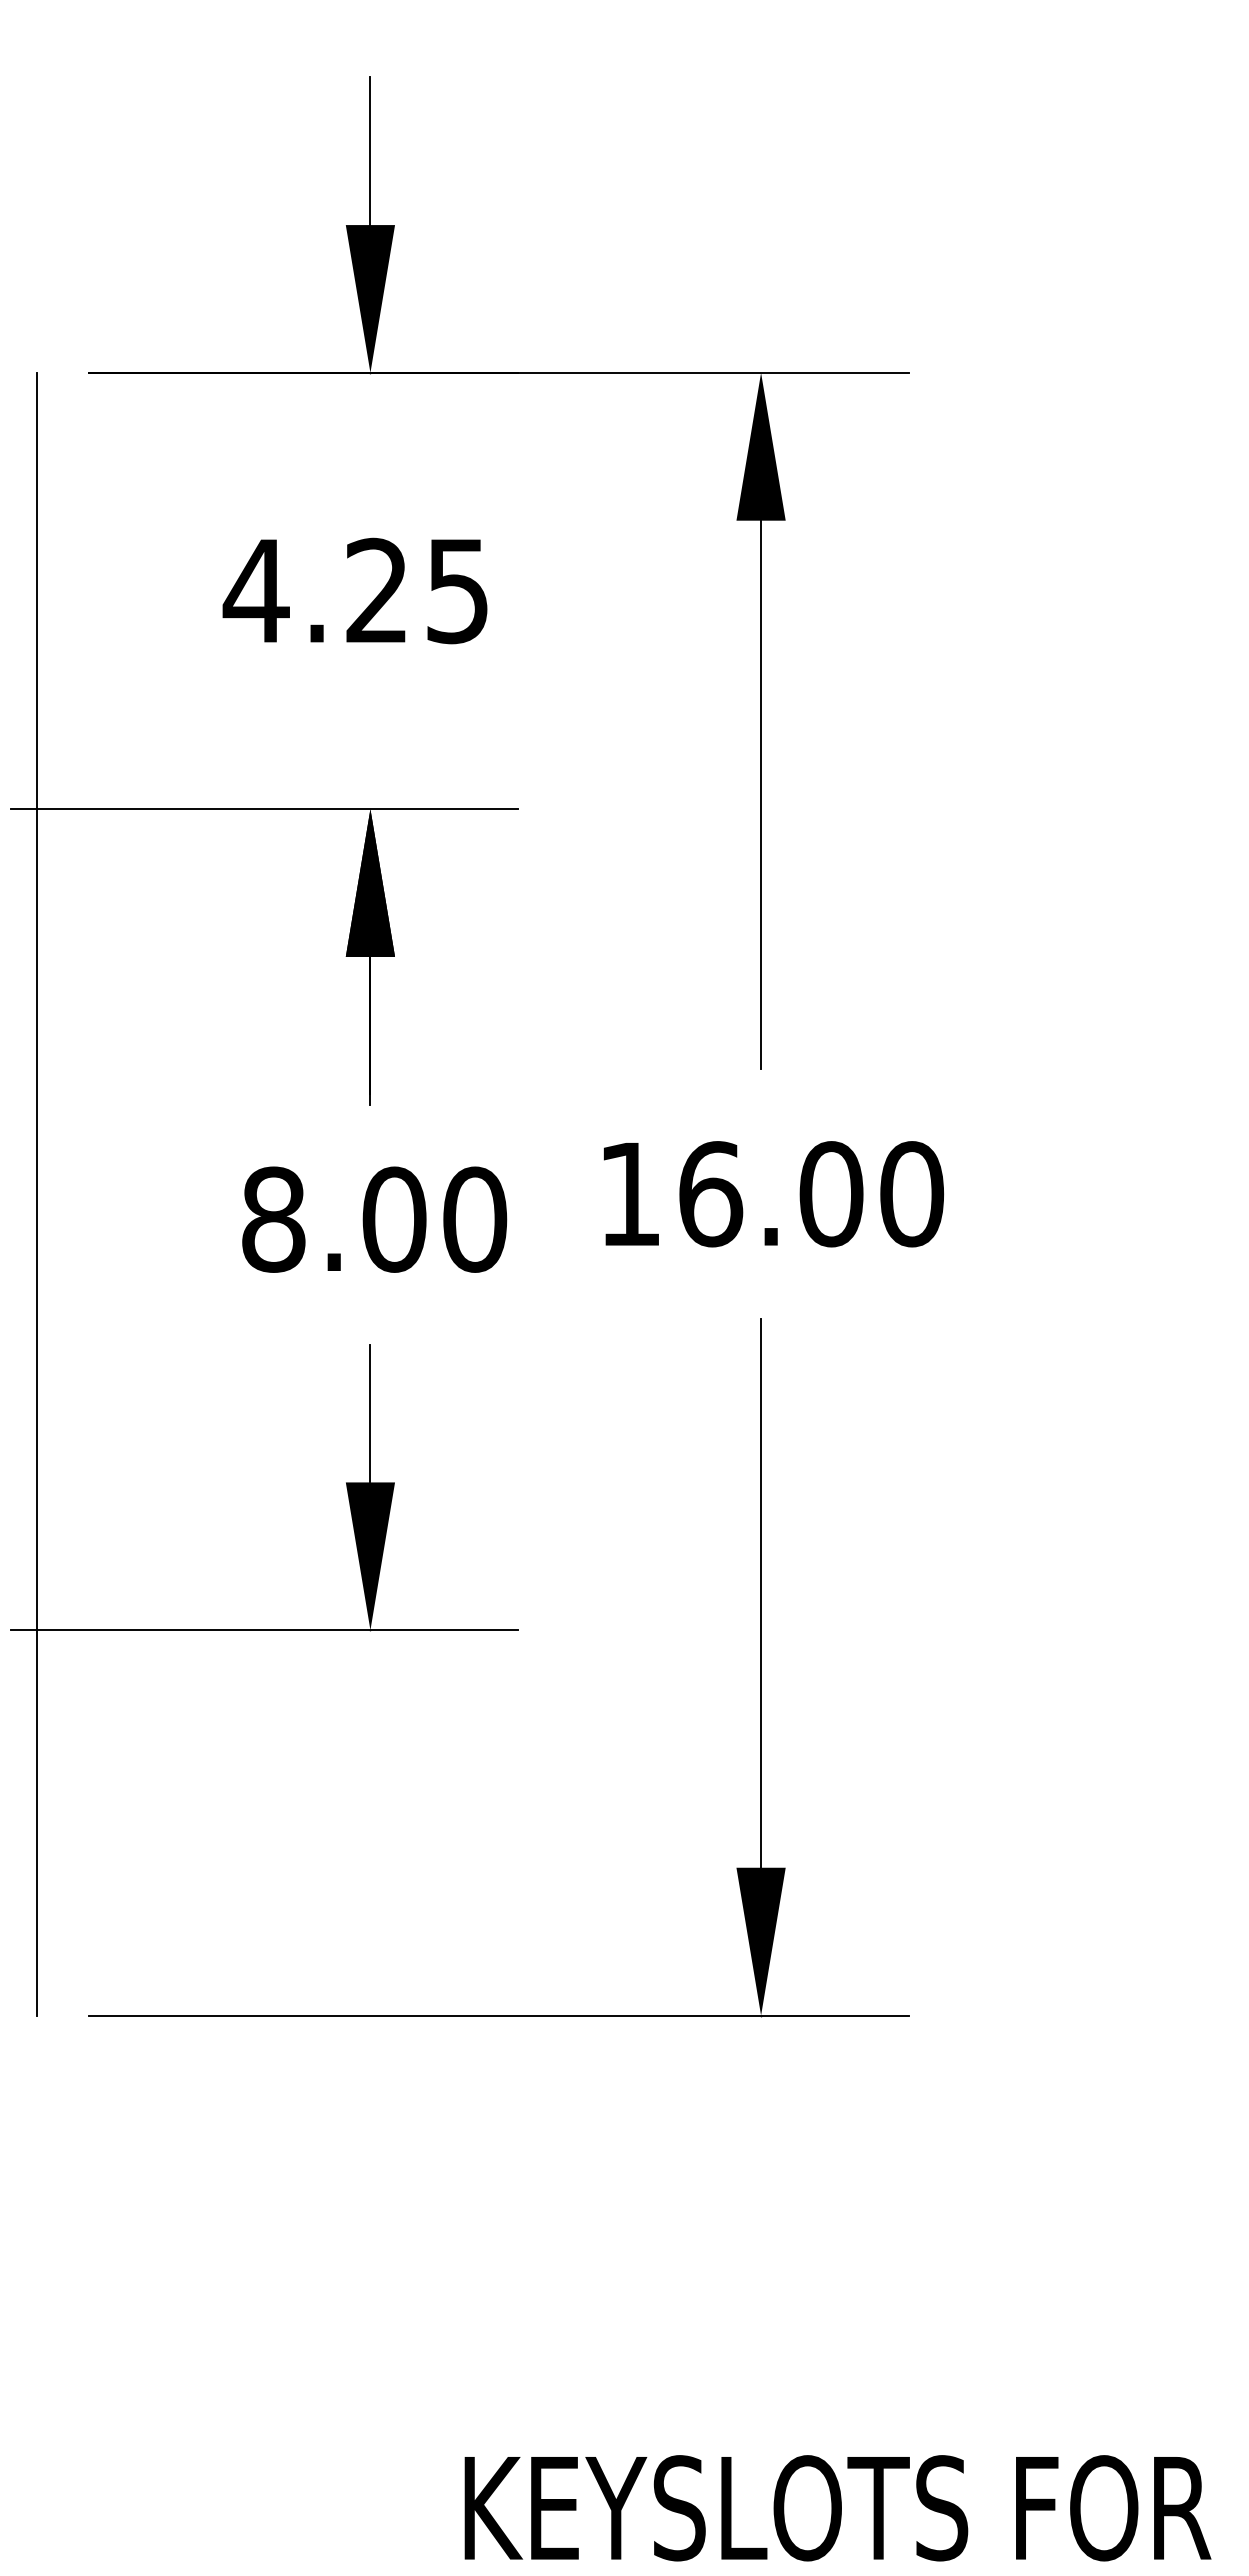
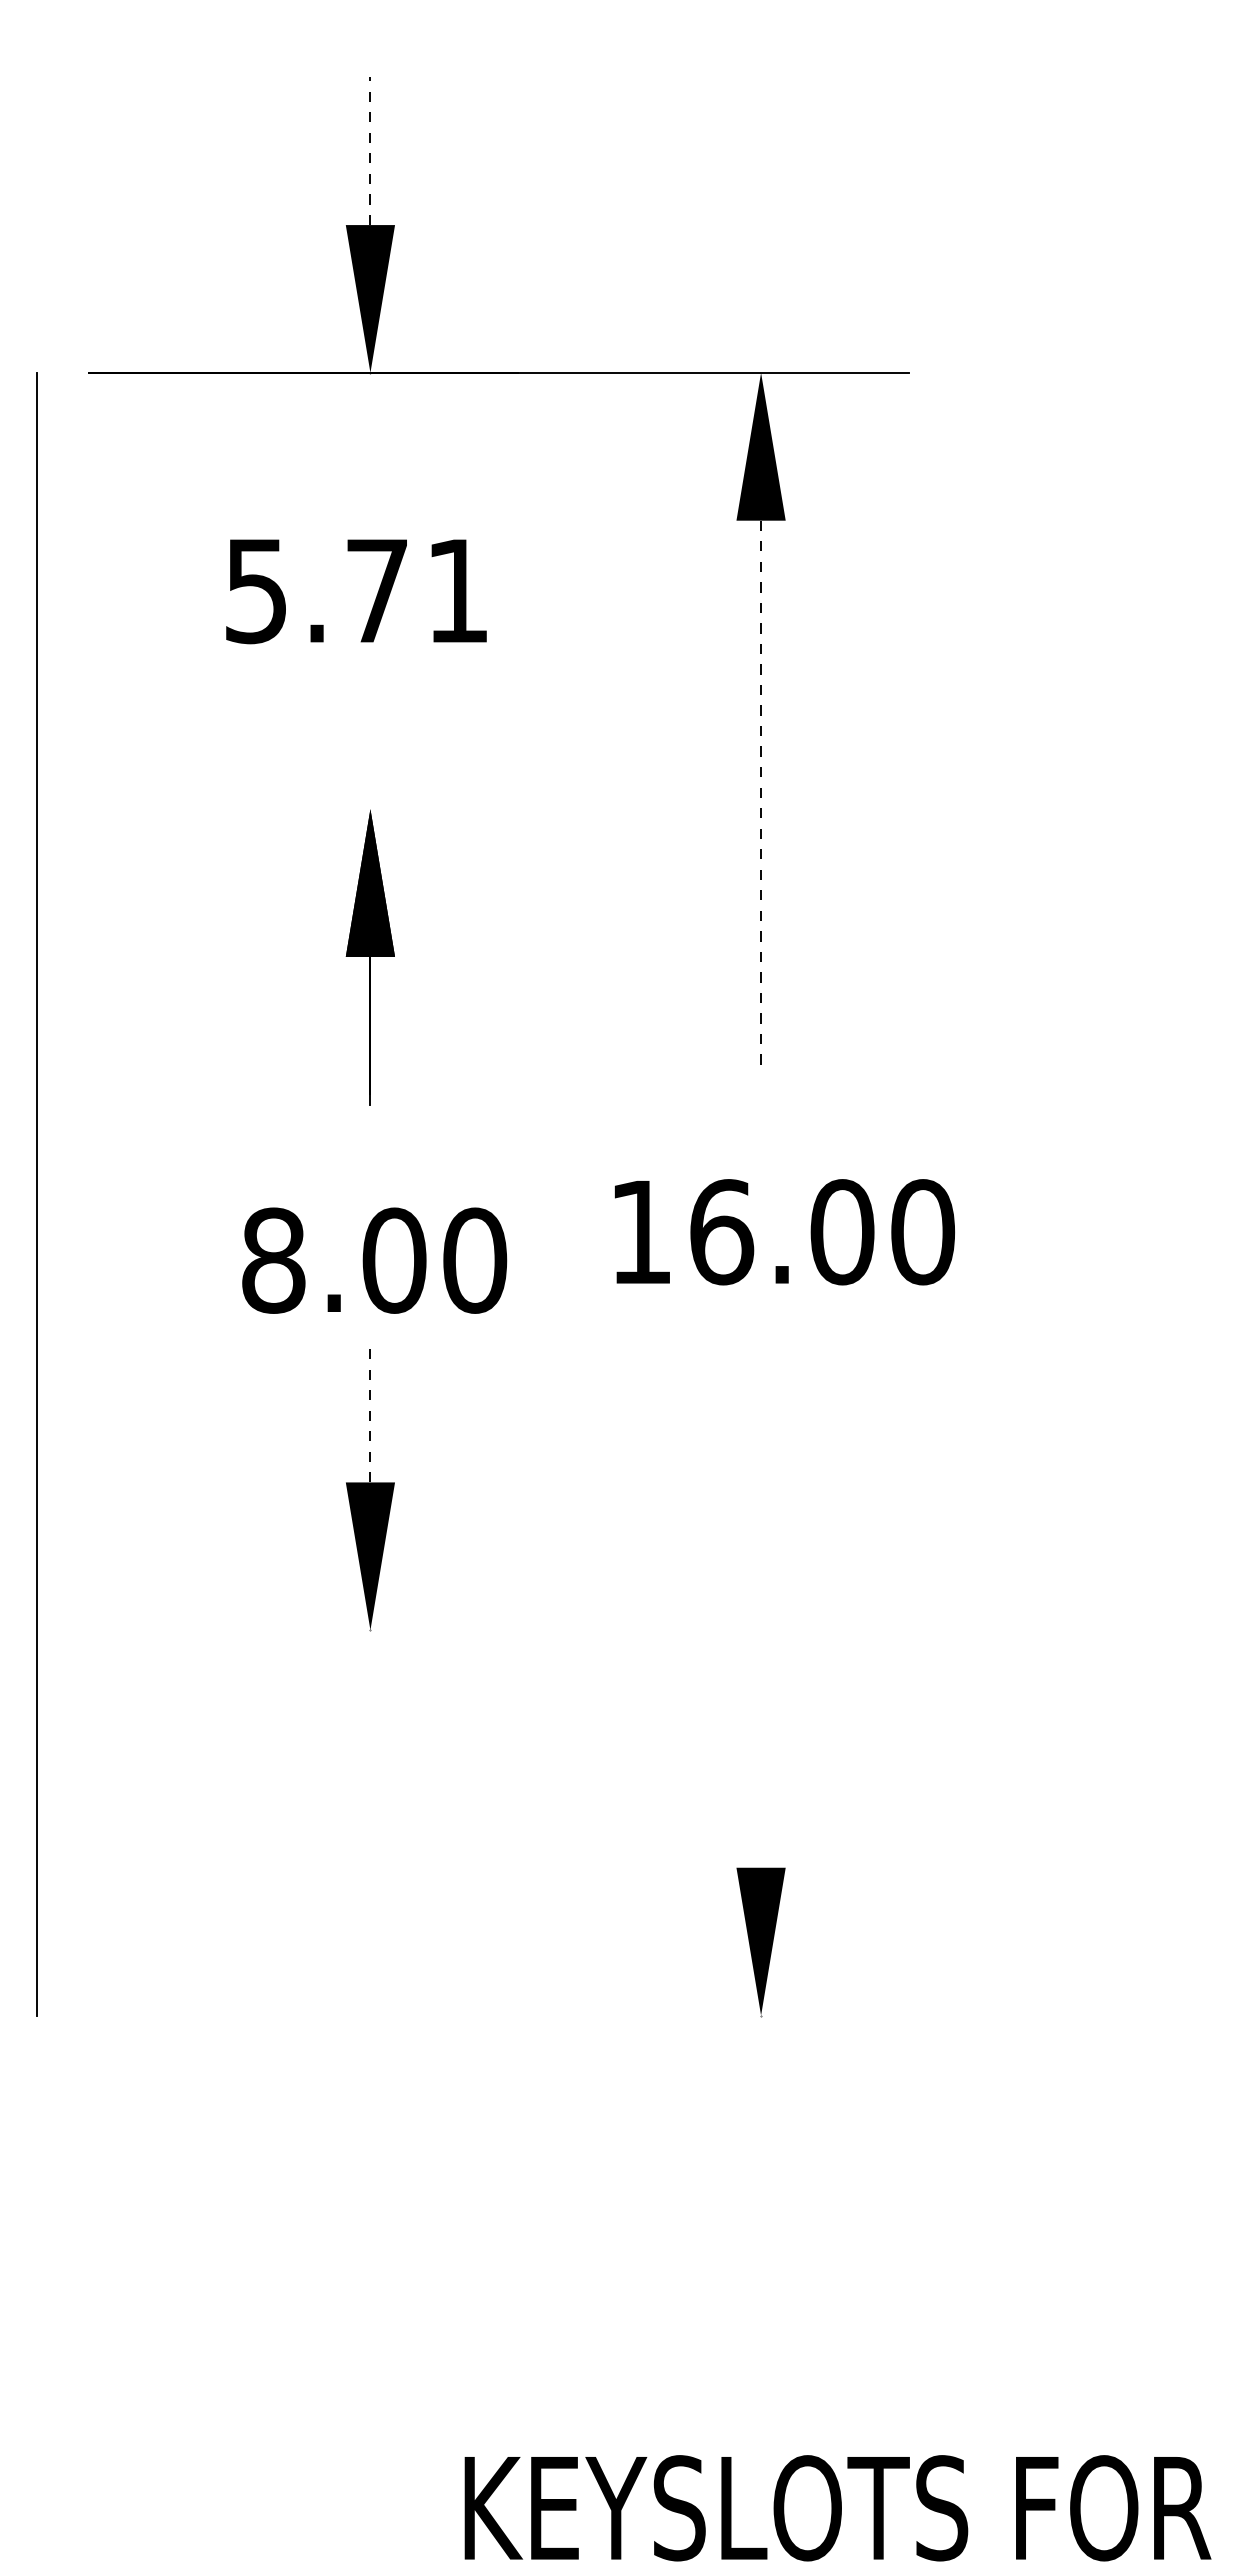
line at (370, 151): solid -> dashed
text at (354, 590): 4.25 -> 5.71
line at (761, 795): solid -> dashed
line at (264, 809): present -> none
text at (773, 1194) position: (773, 1194) -> (784, 1232)
text at (374, 1219) position: (374, 1219) -> (374, 1260)
line at (370, 1413): solid -> dashed
line at (761, 1593): present -> none
line at (264, 1630): present -> none
line at (498, 2015): present -> none
